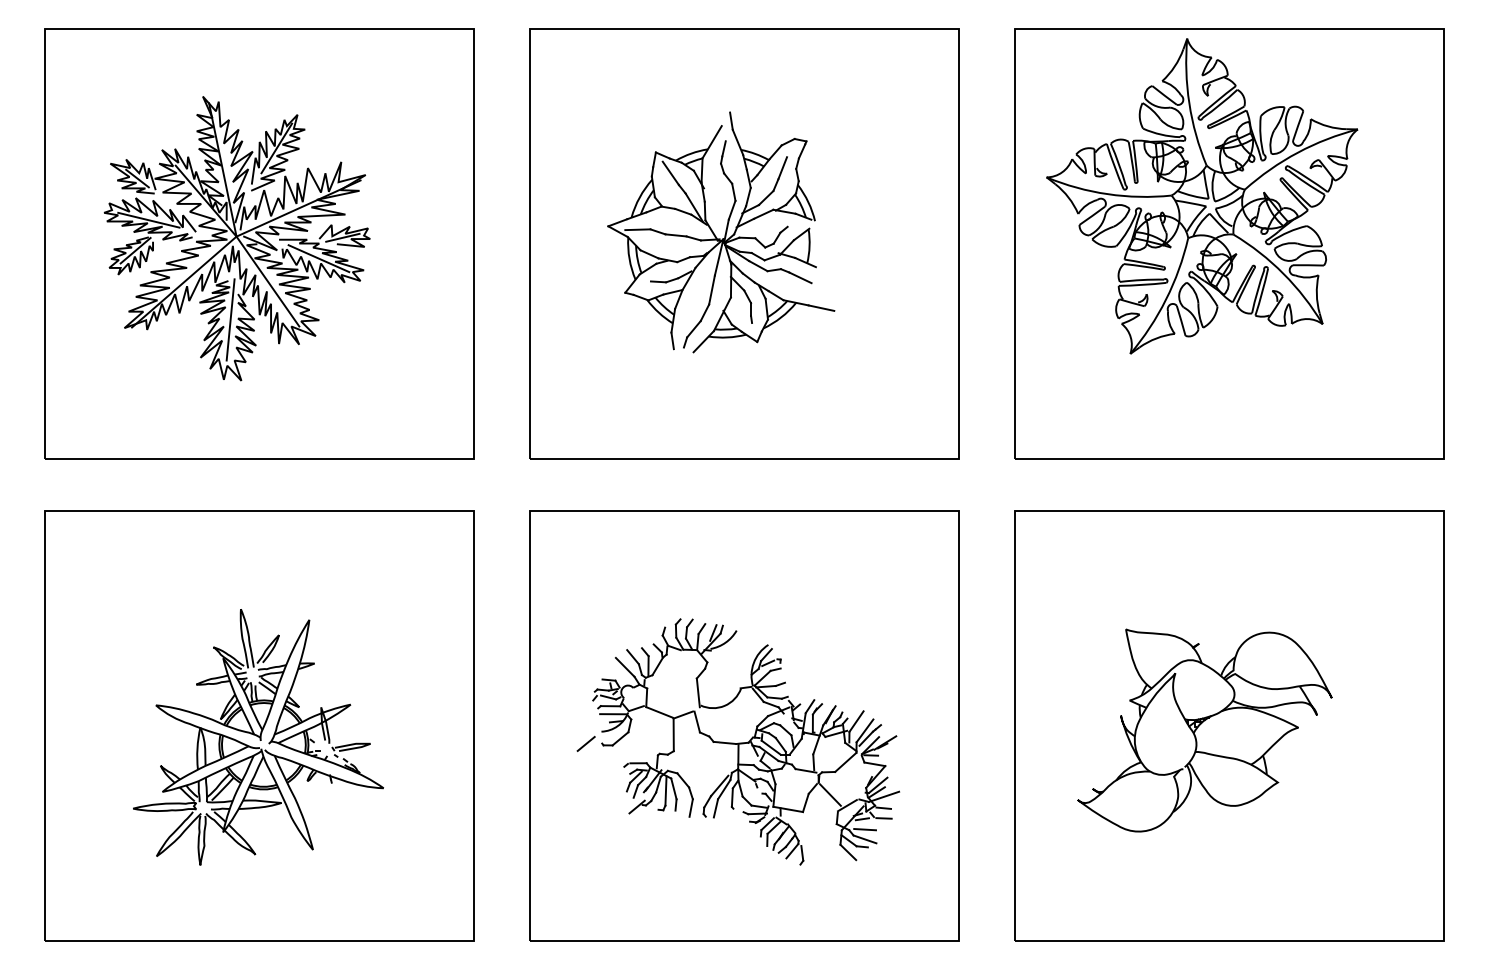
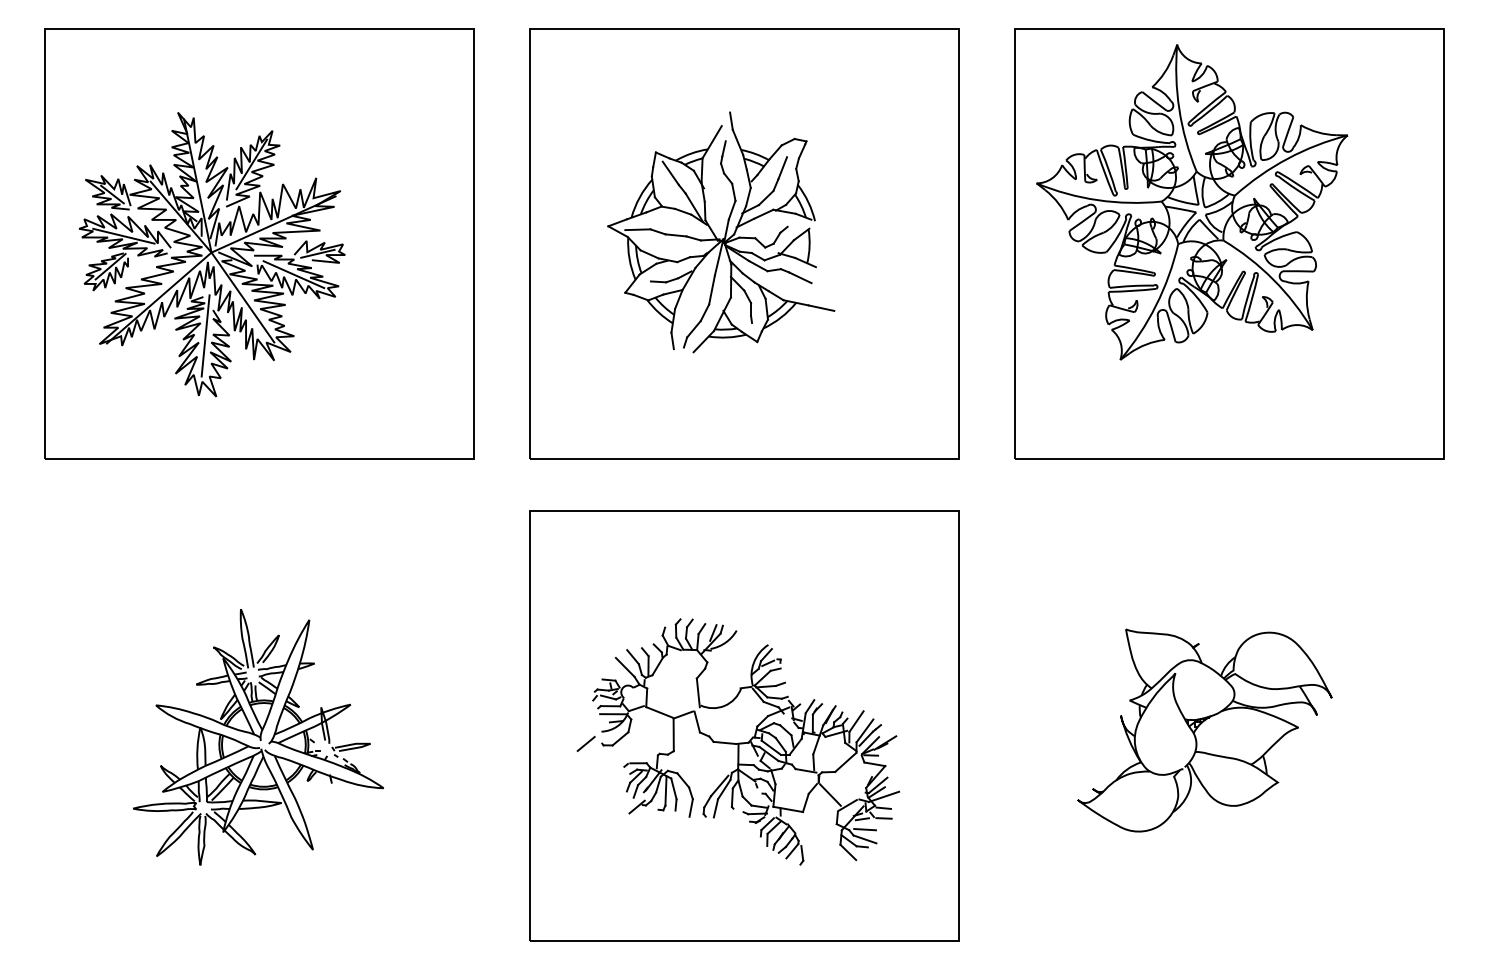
part at (1202, 196) position: (1202, 196) -> (1192, 202)
part at (236, 238) position: (236, 238) -> (211, 254)
part at (259, 725): present -> none
part at (1229, 725): present -> none
